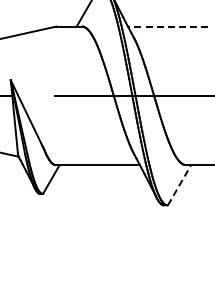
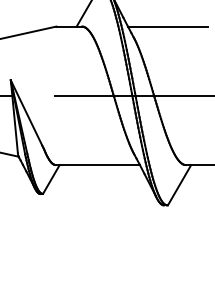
line at (167, 26): dashed -> solid
line at (179, 184): dashed -> solid
